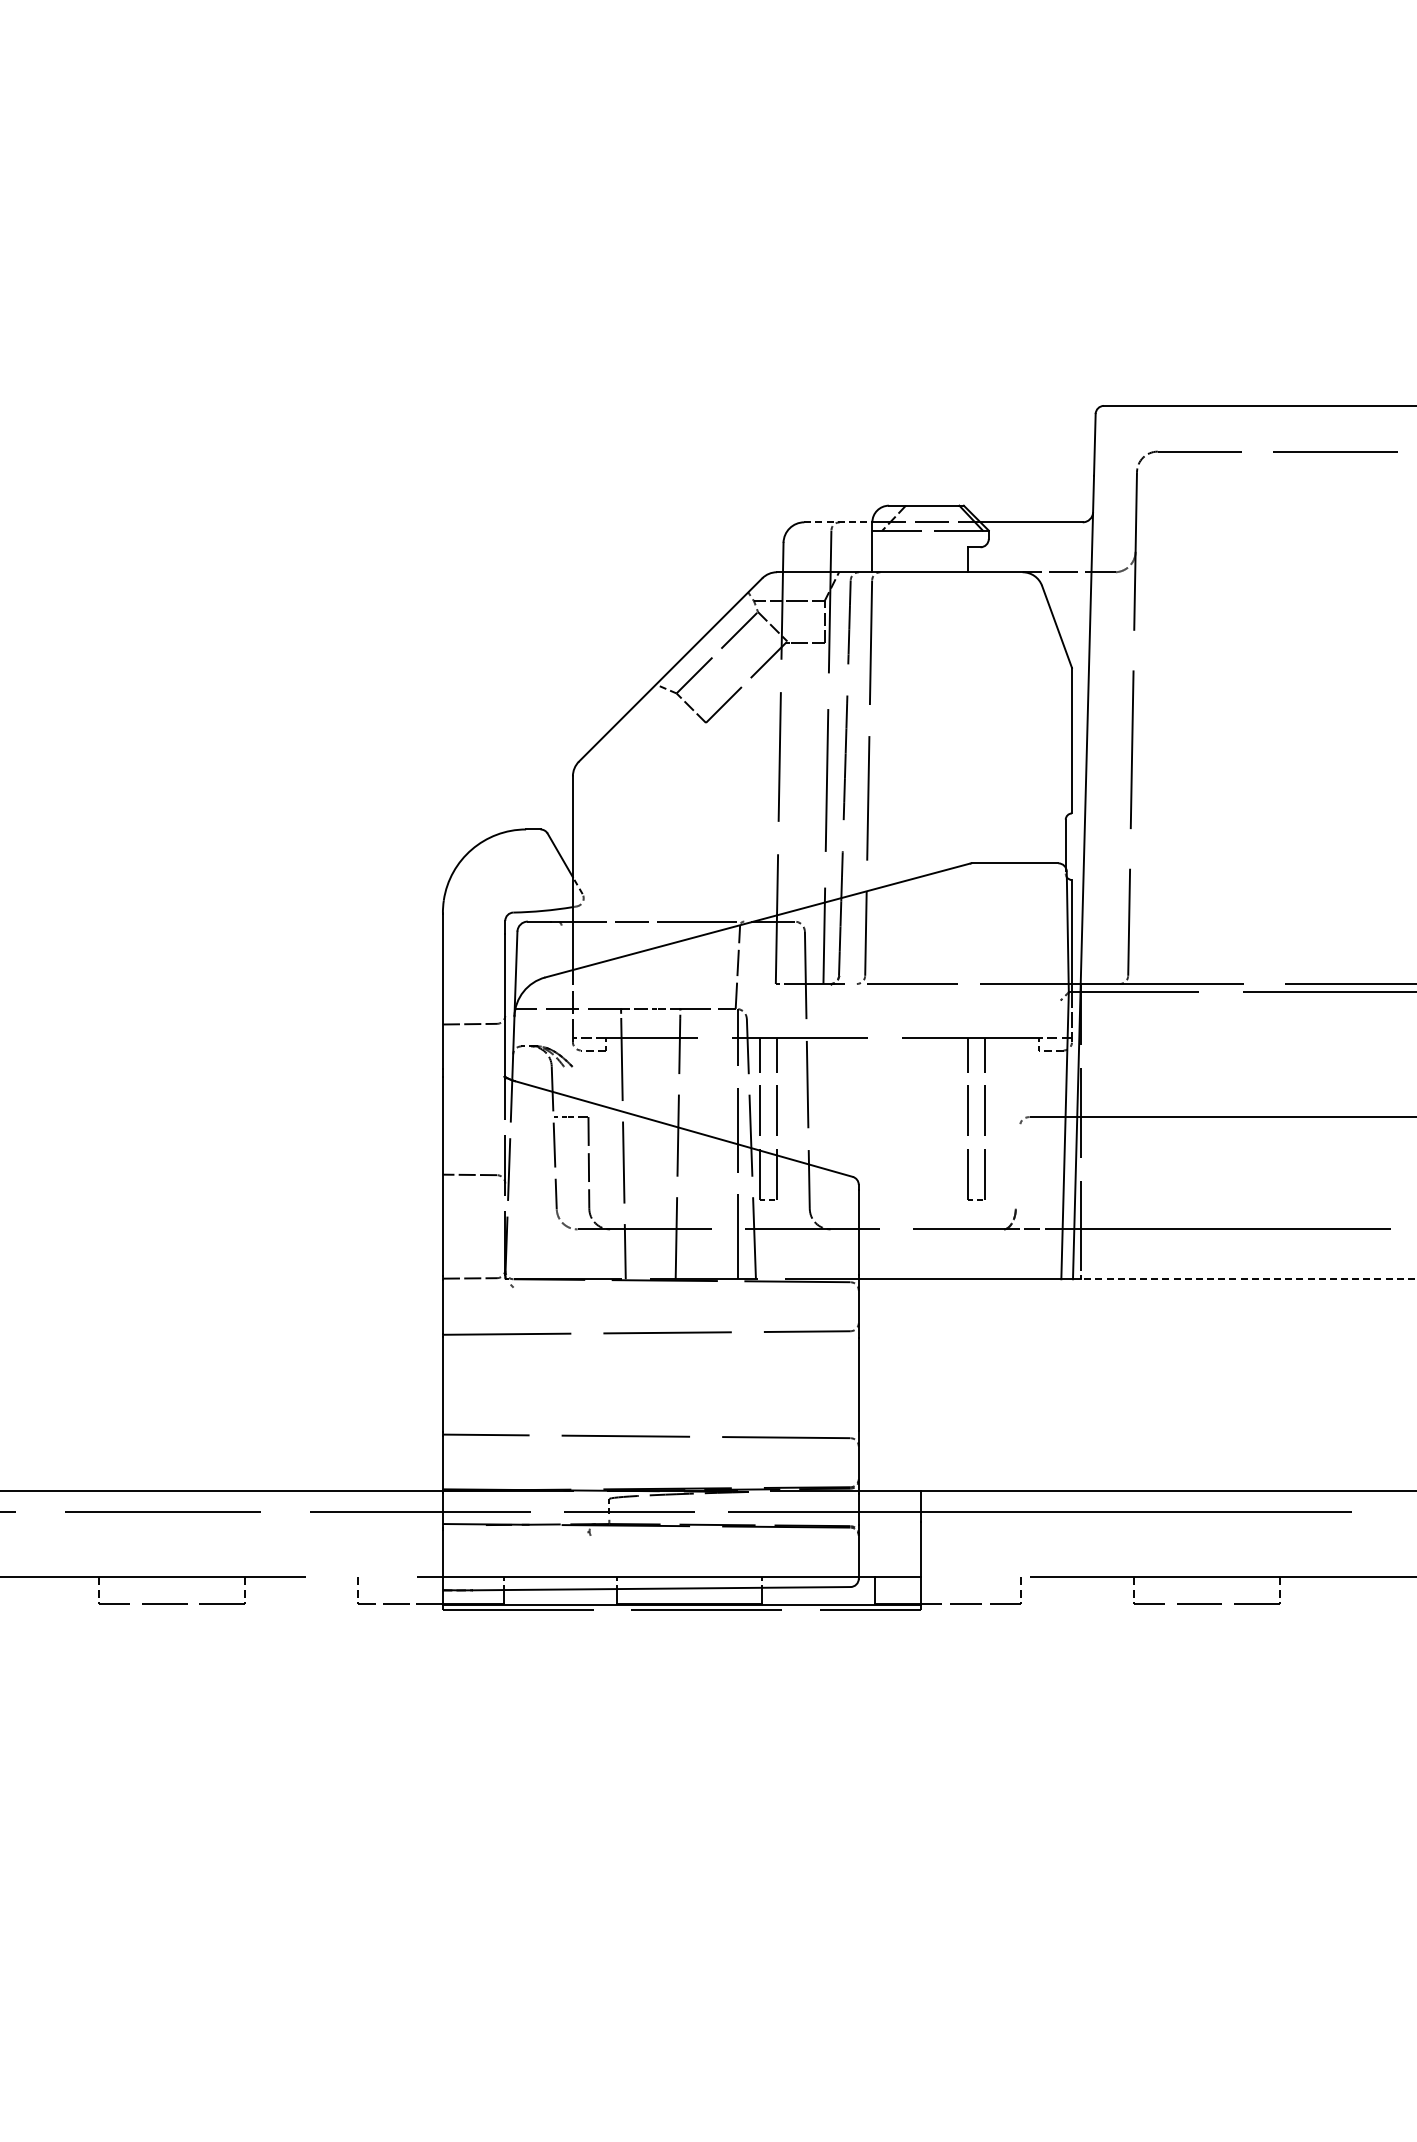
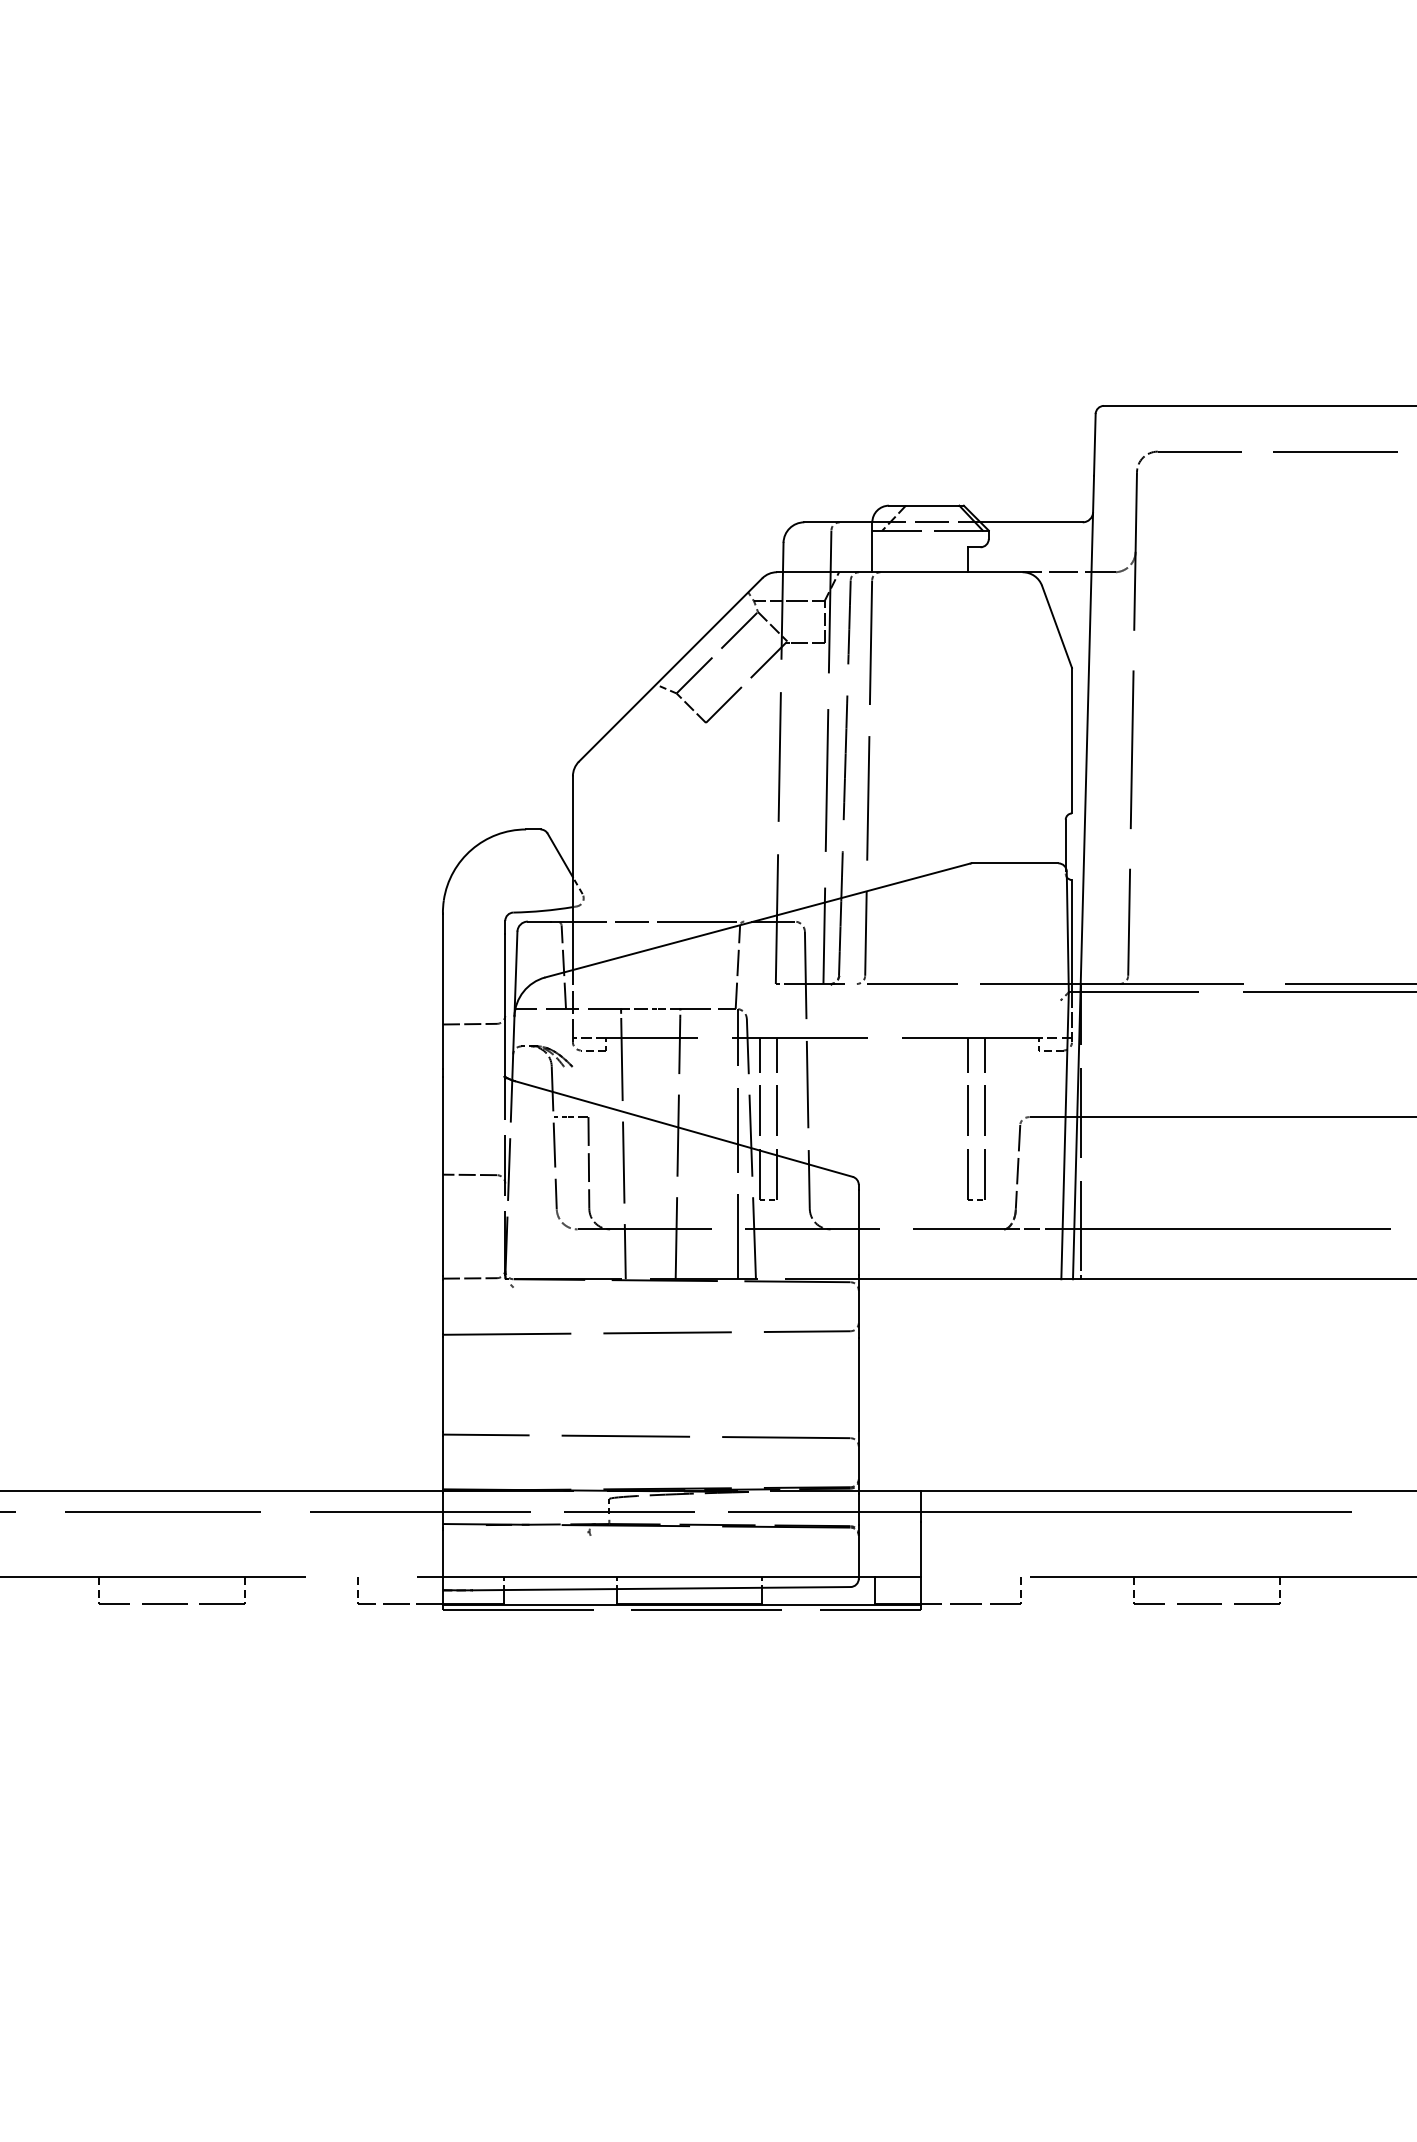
line at (838, 522): dashed -> solid
line at (563, 966): none -> present
line at (1017, 1166): none -> present
line at (1248, 1279): dashed -> solid
